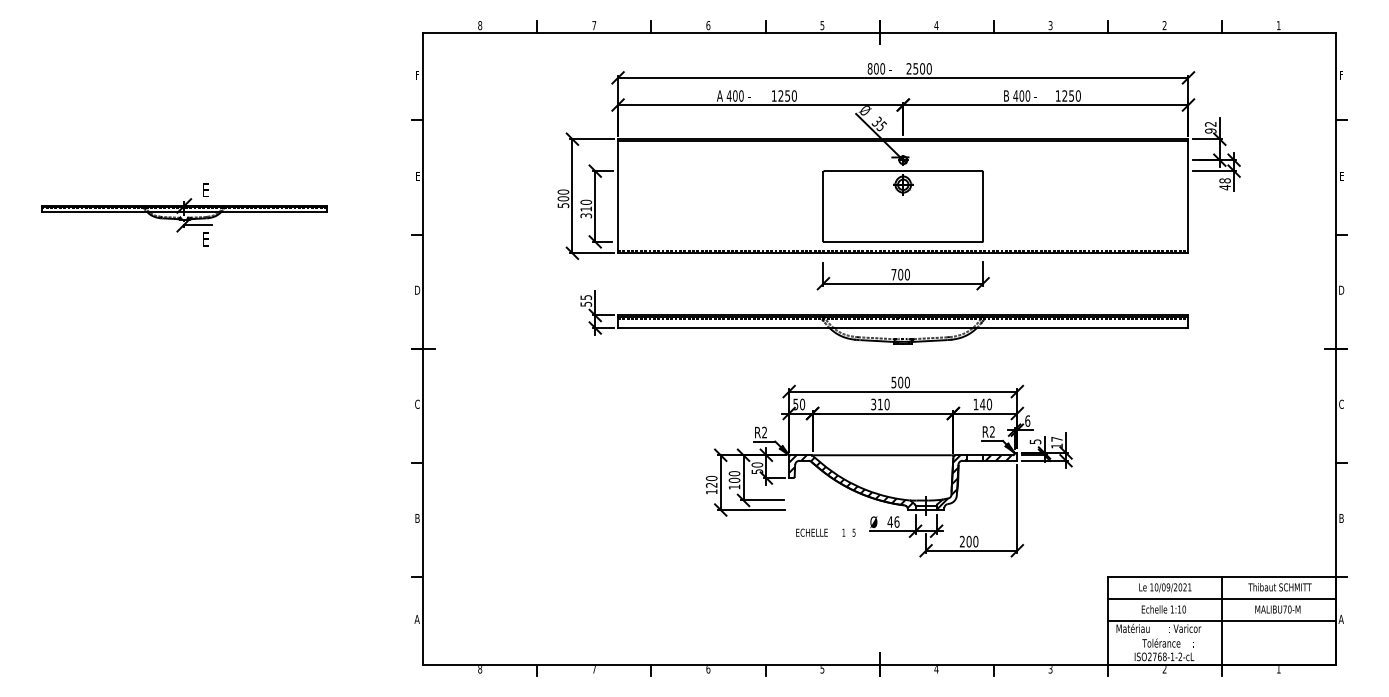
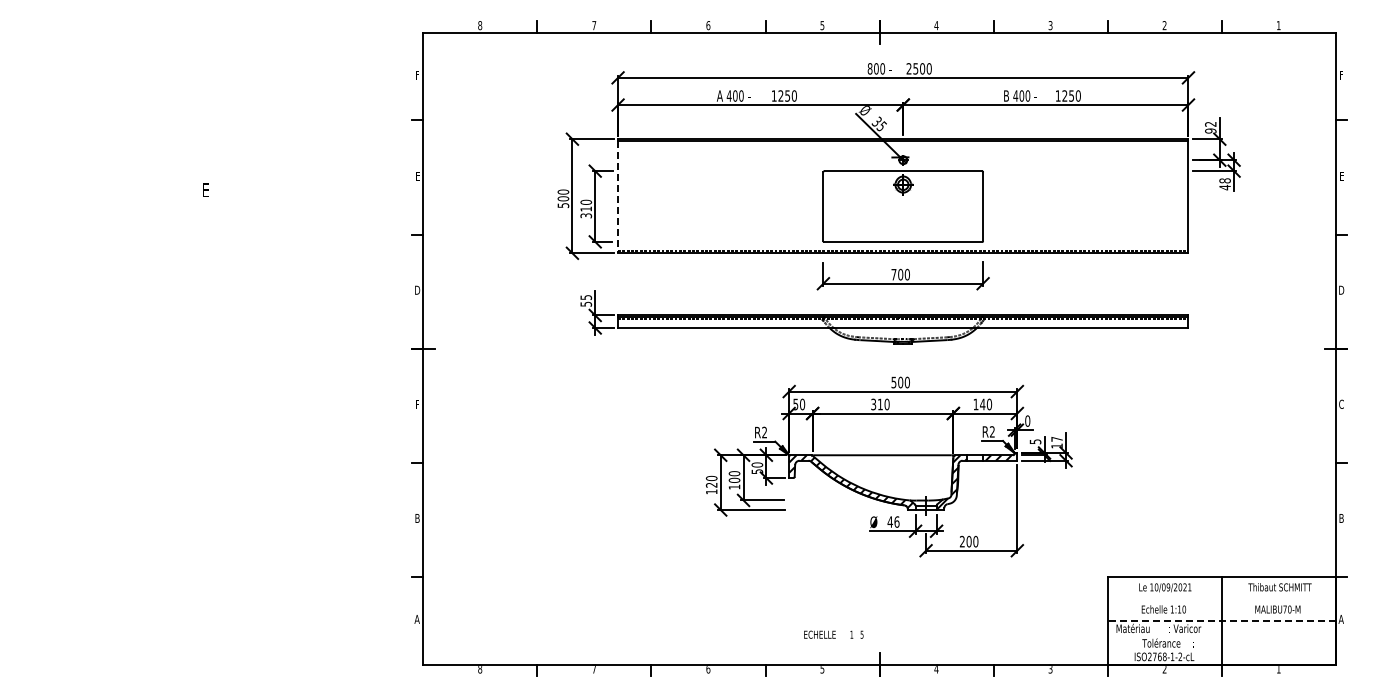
line at (618, 197): solid -> dashed
part at (184, 222): present -> none
text at (417, 403): C -> F
text at (1027, 420): 6 -> 0
text at (825, 532) position: (825, 532) -> (833, 634)
line at (1221, 598): present -> none
line at (1221, 620): solid -> dashed
